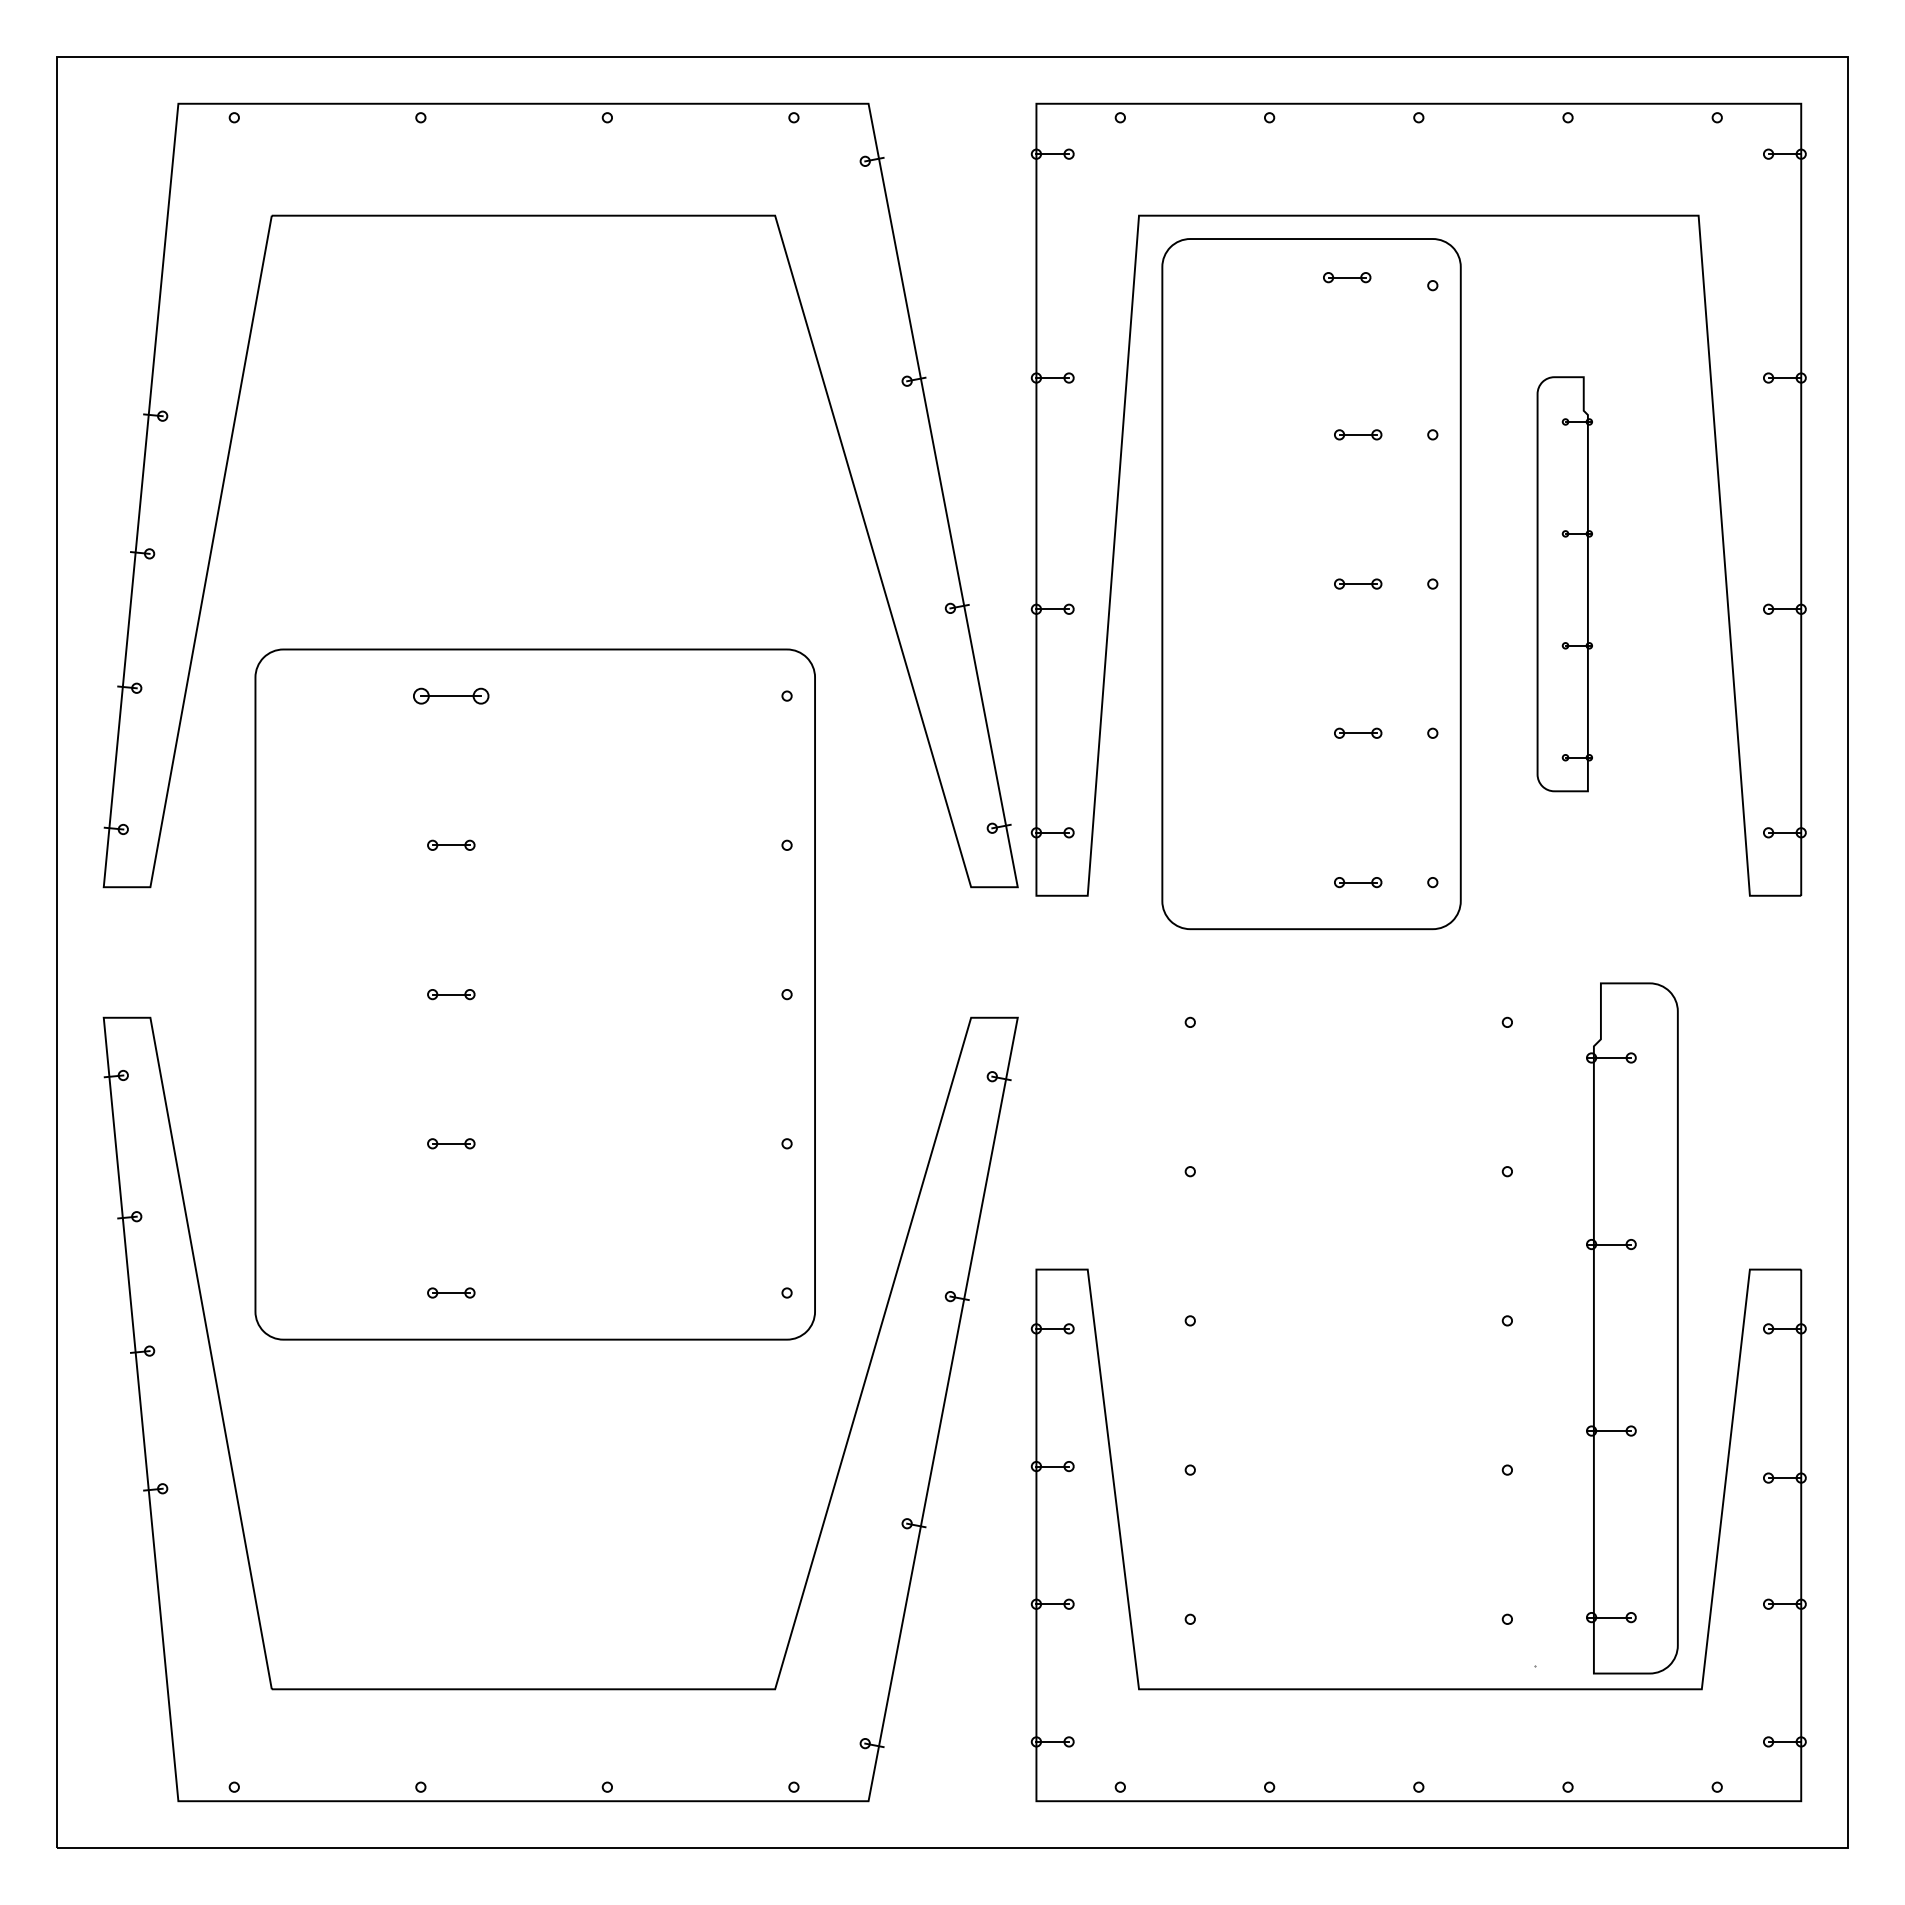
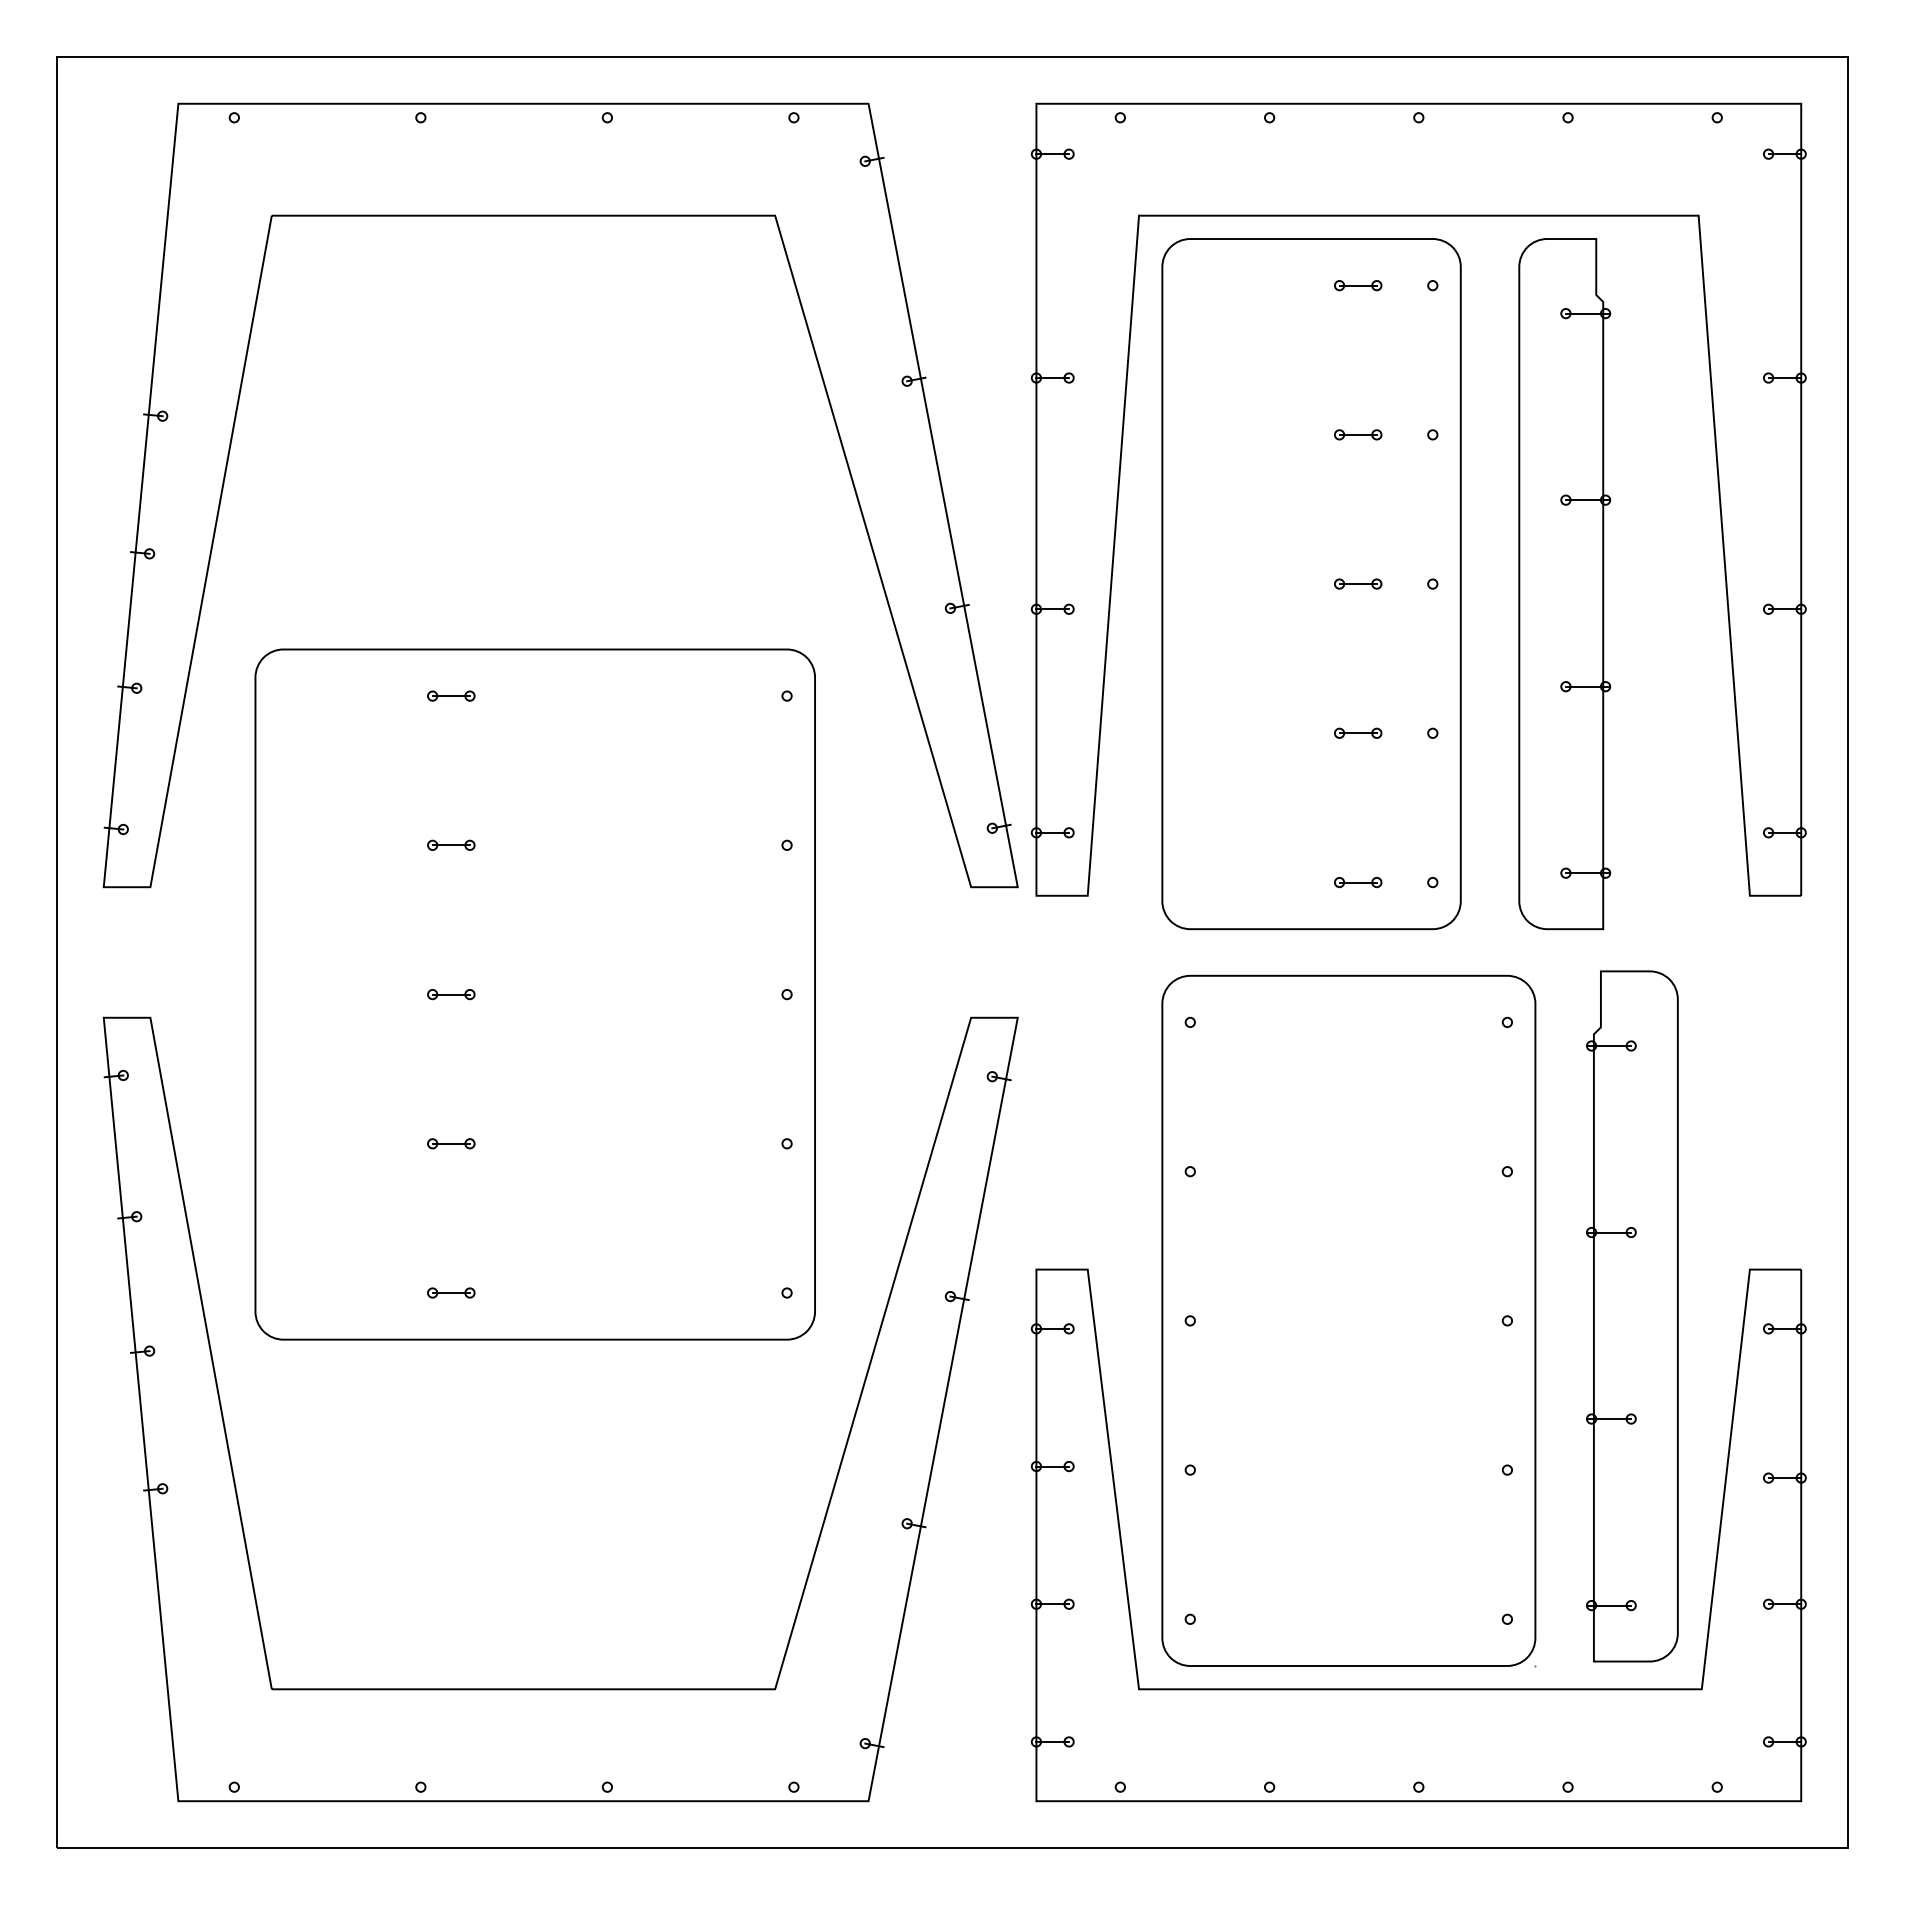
part at (1347, 277) position: (1347, 277) -> (1358, 285)
part at (1564, 584) size: 57x417 px -> 94x693 px
part at (451, 695) size: 77x18 px -> 49x12 px
part at (1348, 1320): none -> present
part at (1632, 1328) position: (1632, 1328) -> (1632, 1316)
